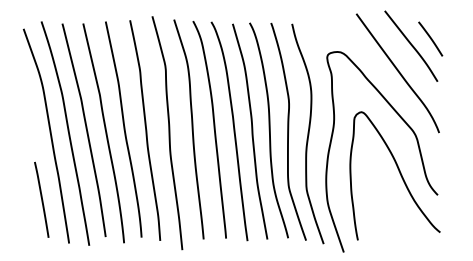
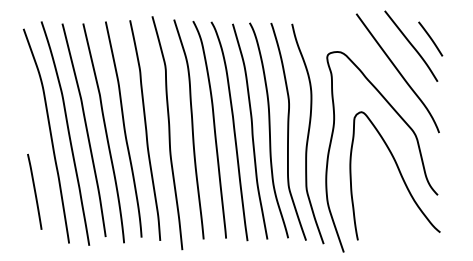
line at (41, 199) position: (41, 199) -> (34, 191)
